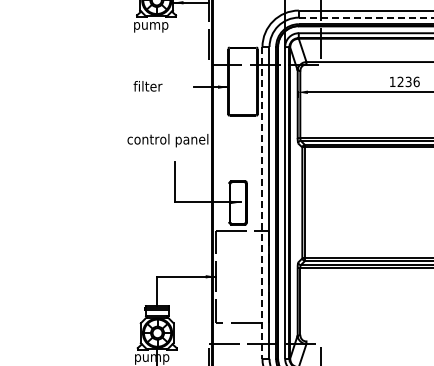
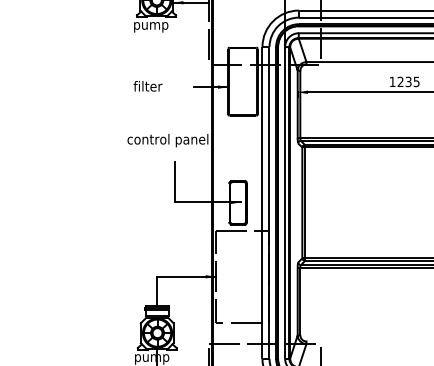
line at (366, 17): dashed -> solid
text at (416, 81): 1236 -> 1235
line at (262, 203): dashed -> solid
